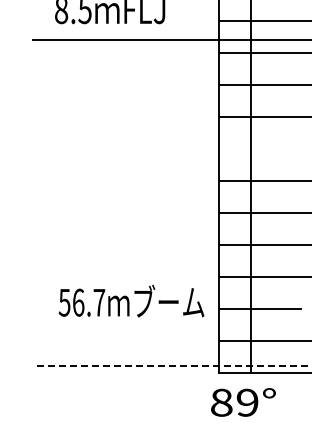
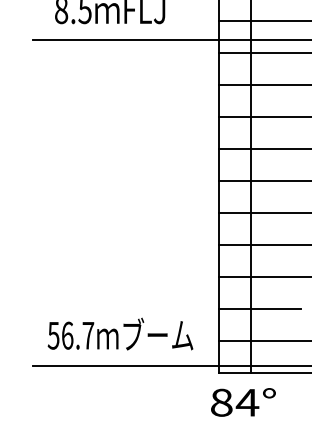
line at (263, 149): none -> present
text at (131, 300) position: (131, 300) -> (120, 333)
line at (171, 365): dashed -> solid
text at (247, 402): 89° -> 84°
